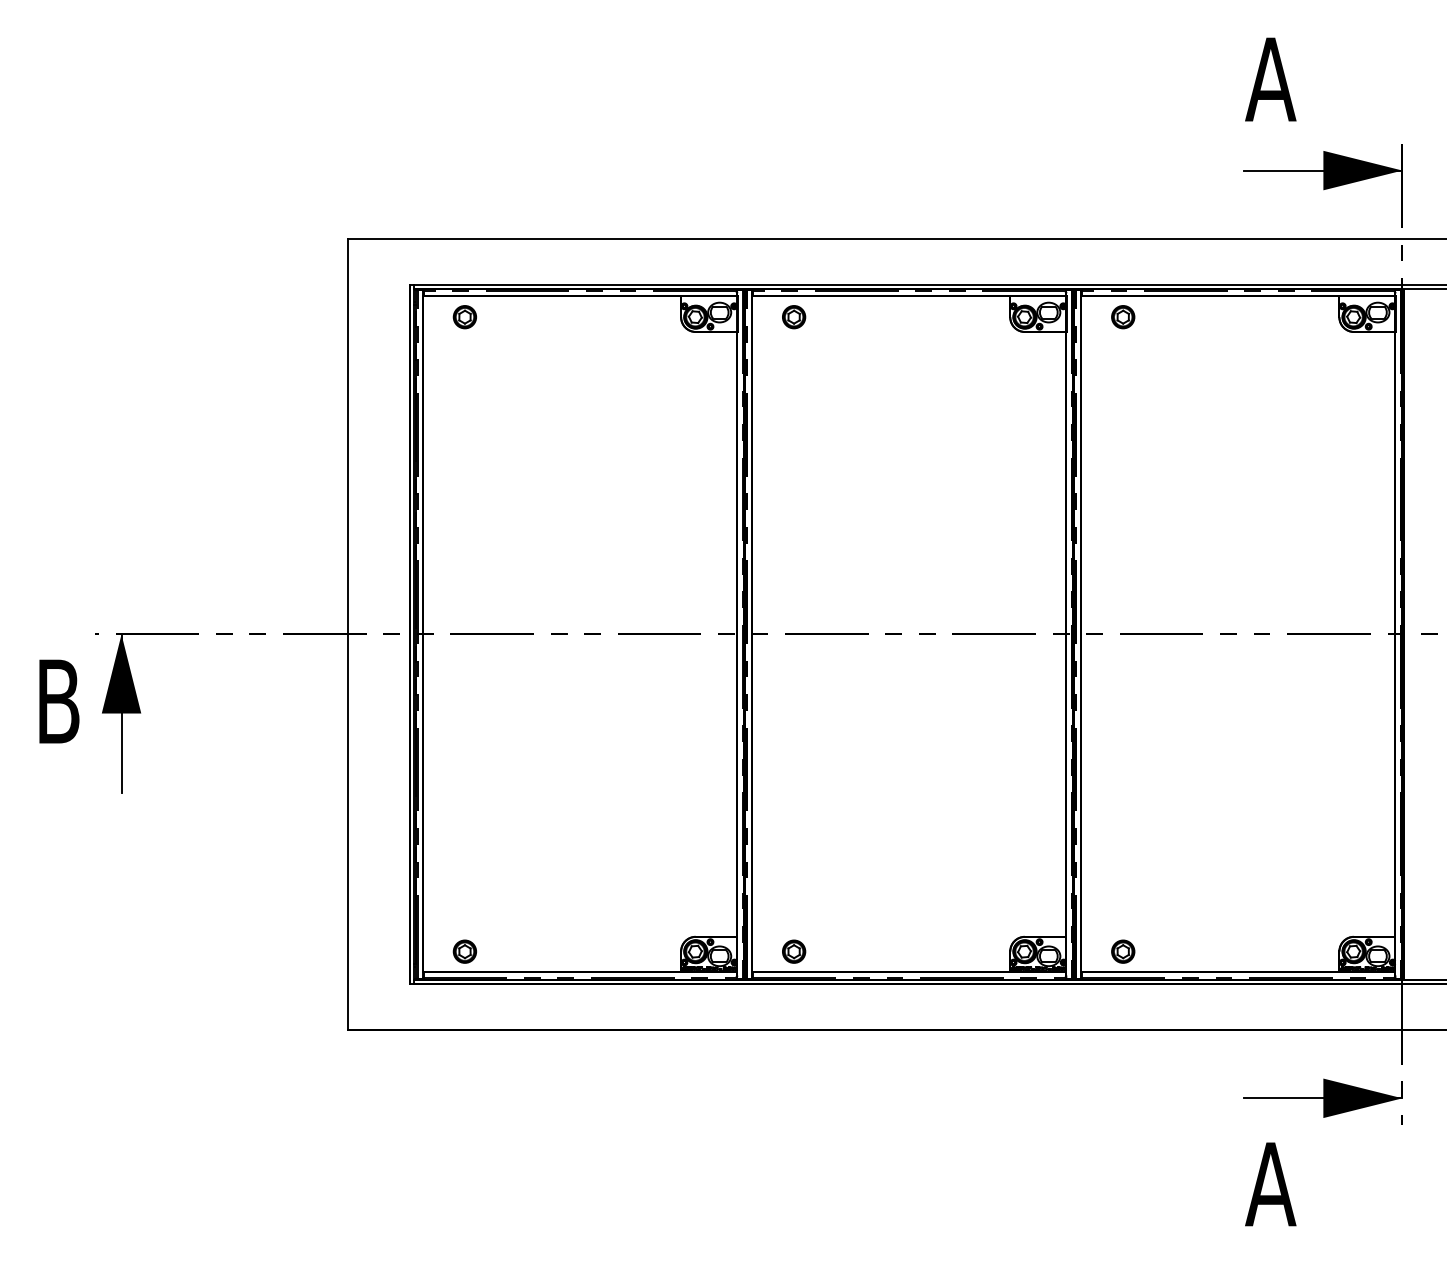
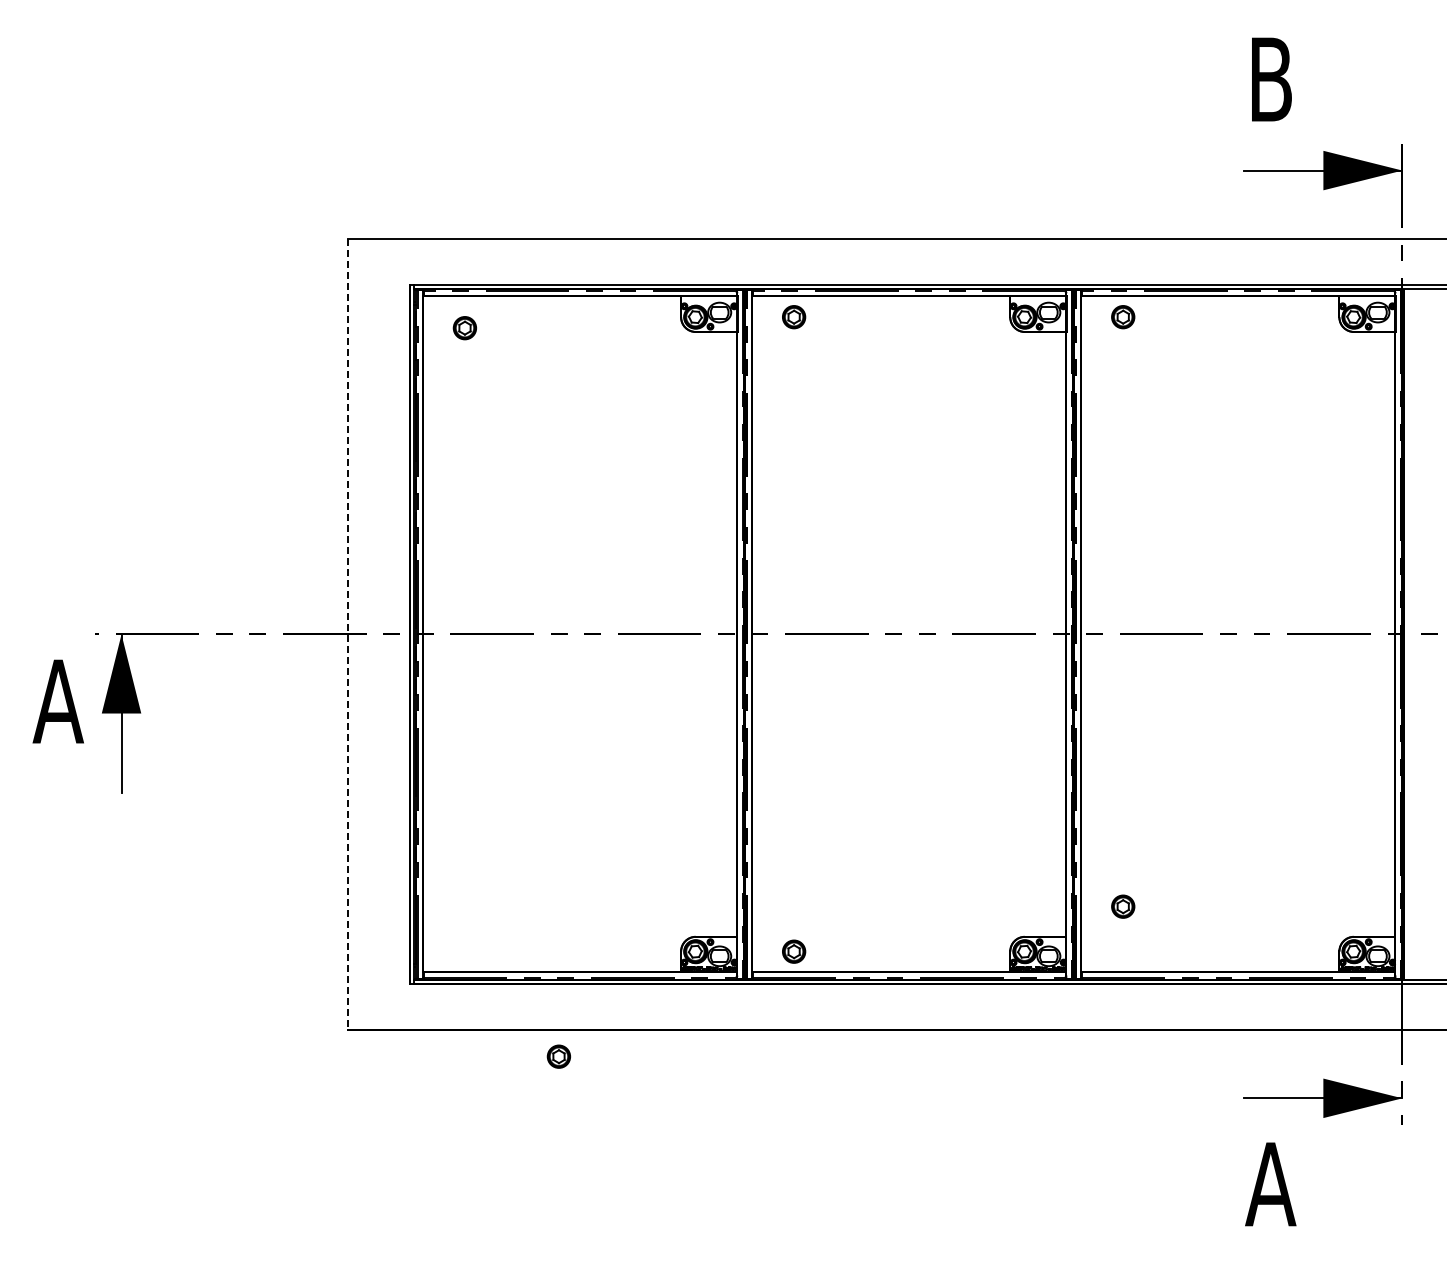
text at (1270, 79): A -> B
part at (464, 317) position: (464, 317) -> (464, 328)
line at (348, 634): solid -> dashed
text at (57, 701): B -> A
part at (464, 951) position: (464, 951) -> (558, 1056)
part at (1123, 951) position: (1123, 951) -> (1123, 906)
